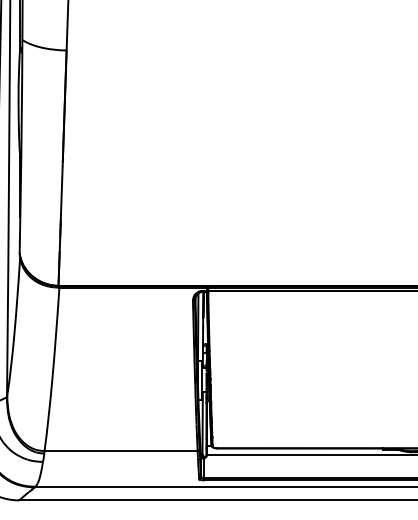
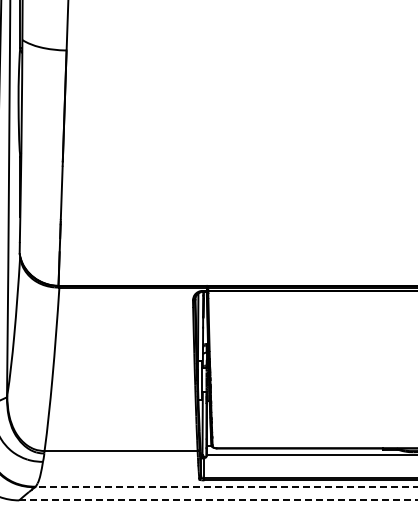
line at (226, 486): solid -> dashed
line at (219, 500): solid -> dashed
